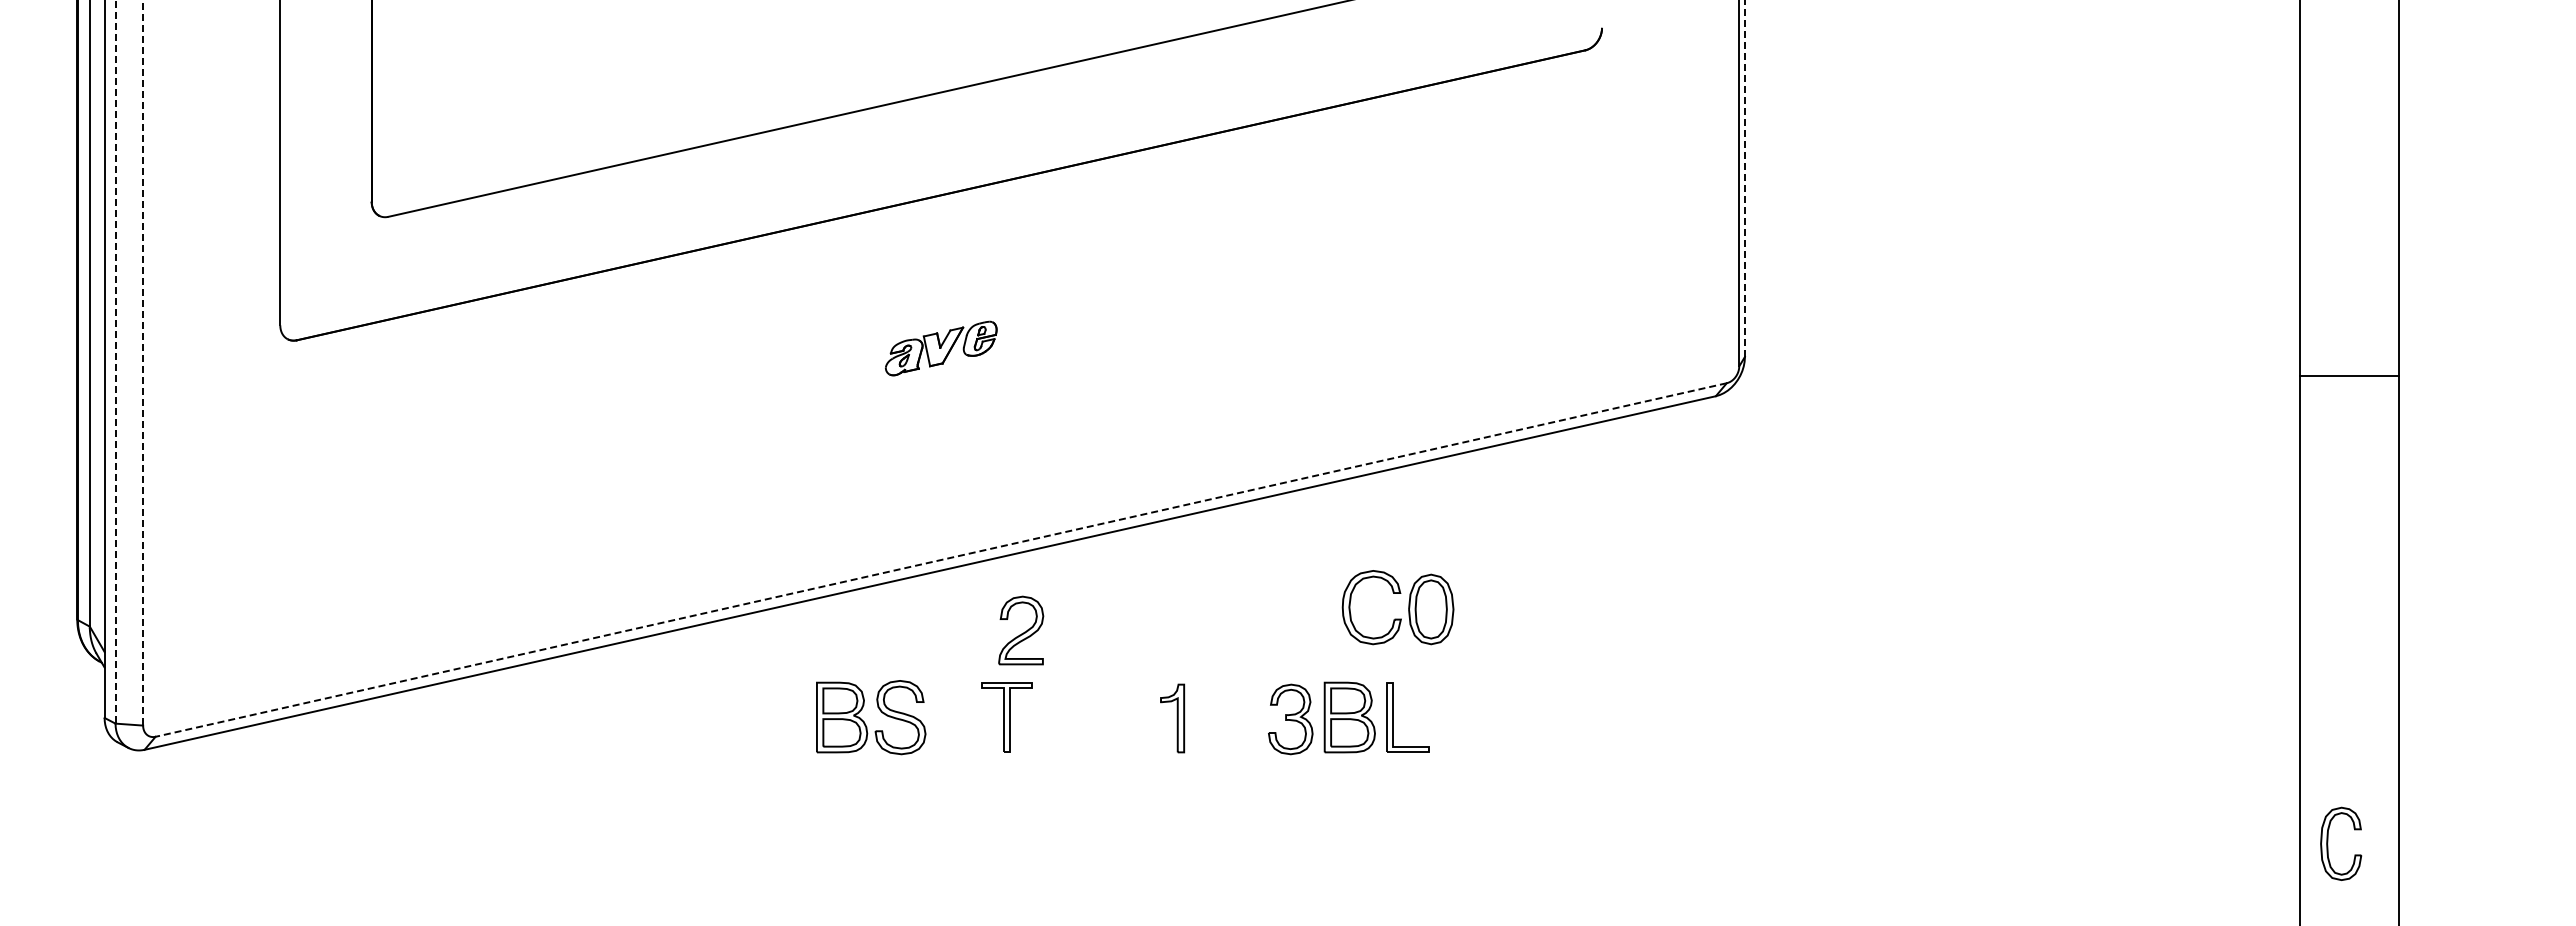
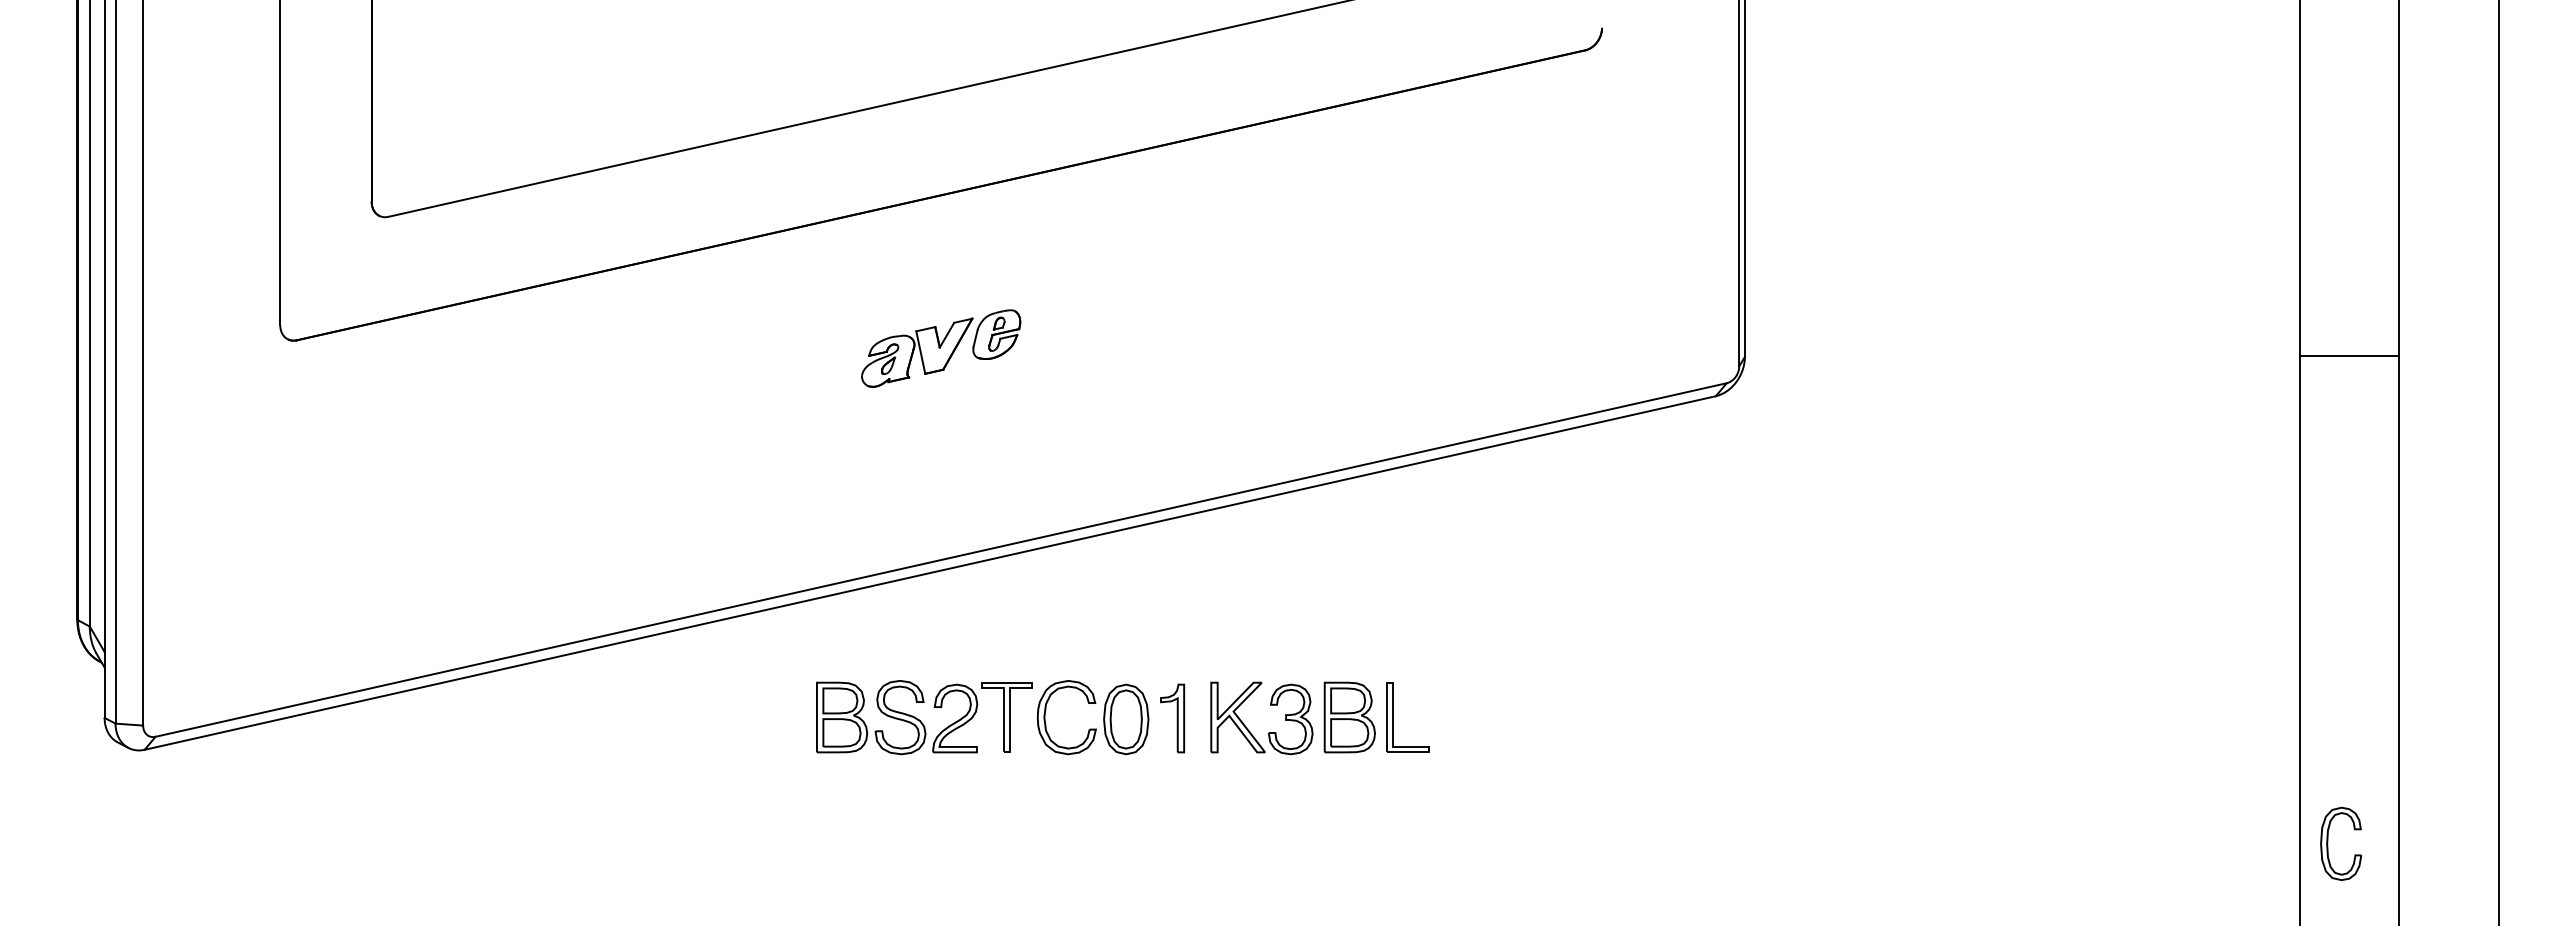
line at (1744, 179): dashed -> solid
part at (941, 348) size: 113x57 px -> 161x79 px
line at (115, 362): dashed -> solid
line at (143, 363): dashed -> solid
line at (2349, 375) position: (2349, 375) -> (2349, 355)
line at (2498, 462): none -> present
line at (940, 560): dashed -> solid
part at (1408, 607) position: (1408, 607) -> (1103, 717)
part at (1021, 630) position: (1021, 630) -> (955, 718)
part at (1237, 717): none -> present
